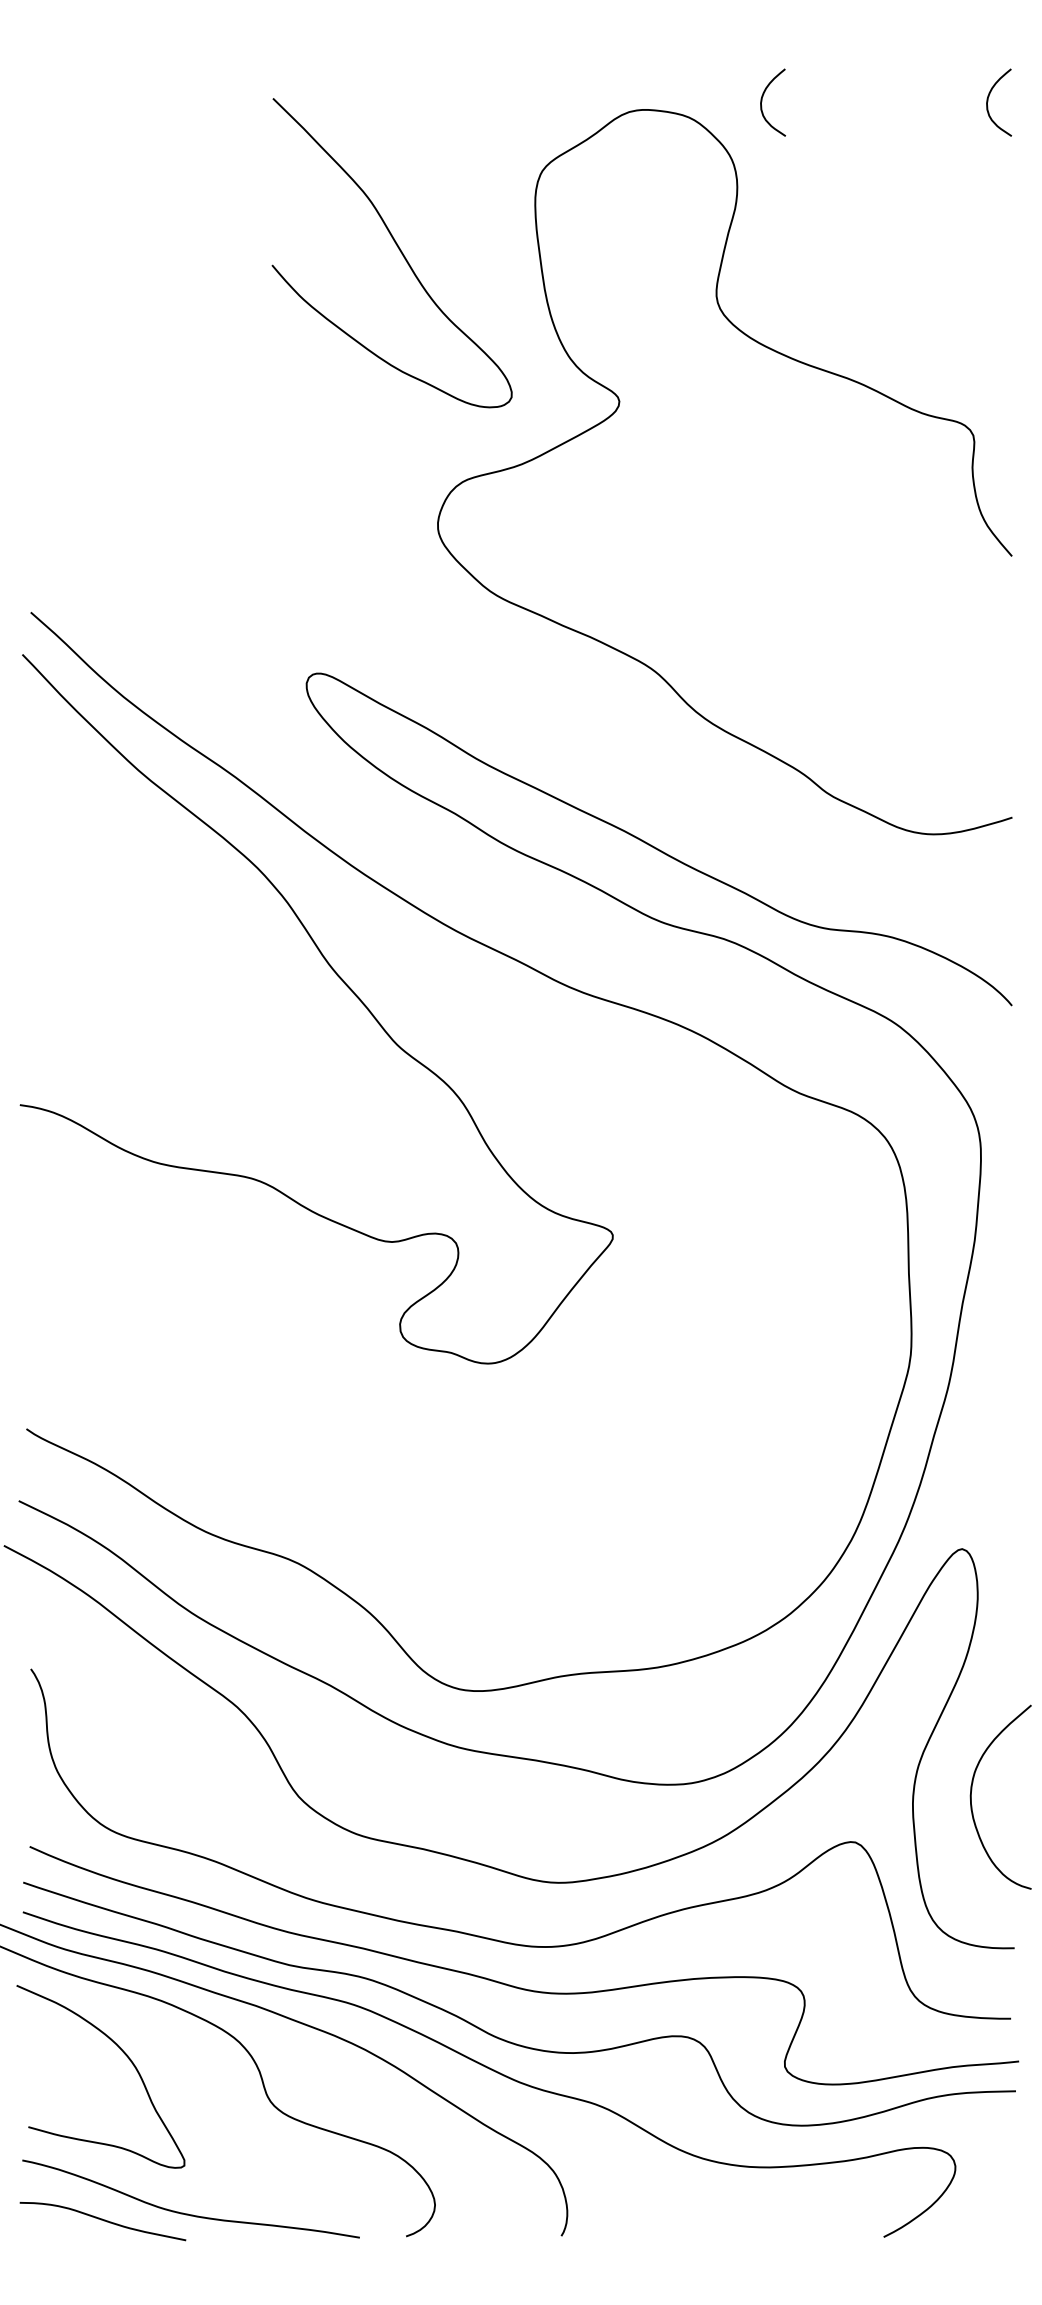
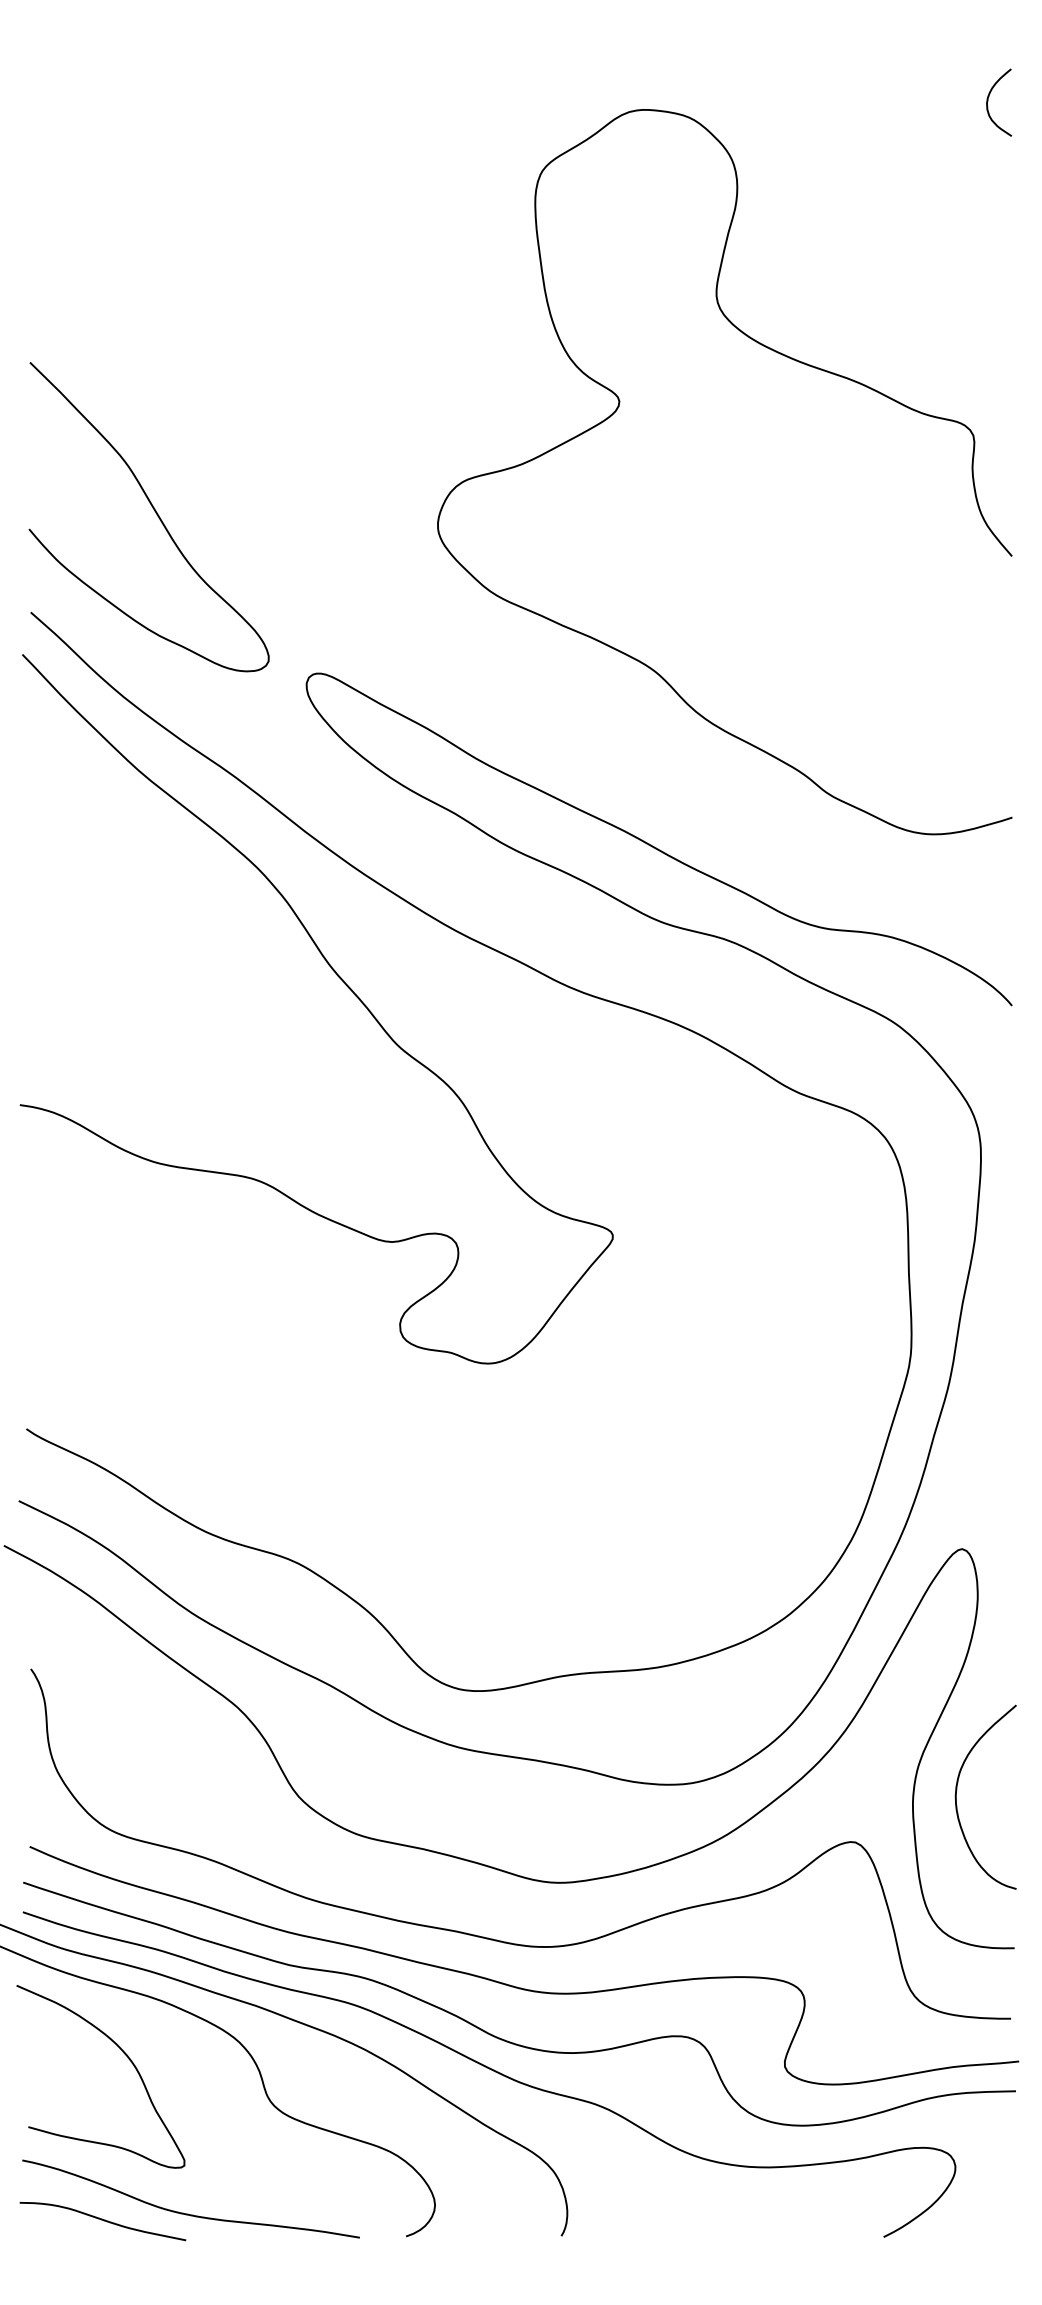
curve at (762, 101): present -> none
curve at (398, 249) position: (398, 249) -> (155, 513)
curve at (972, 1790) position: (972, 1790) -> (957, 1790)
